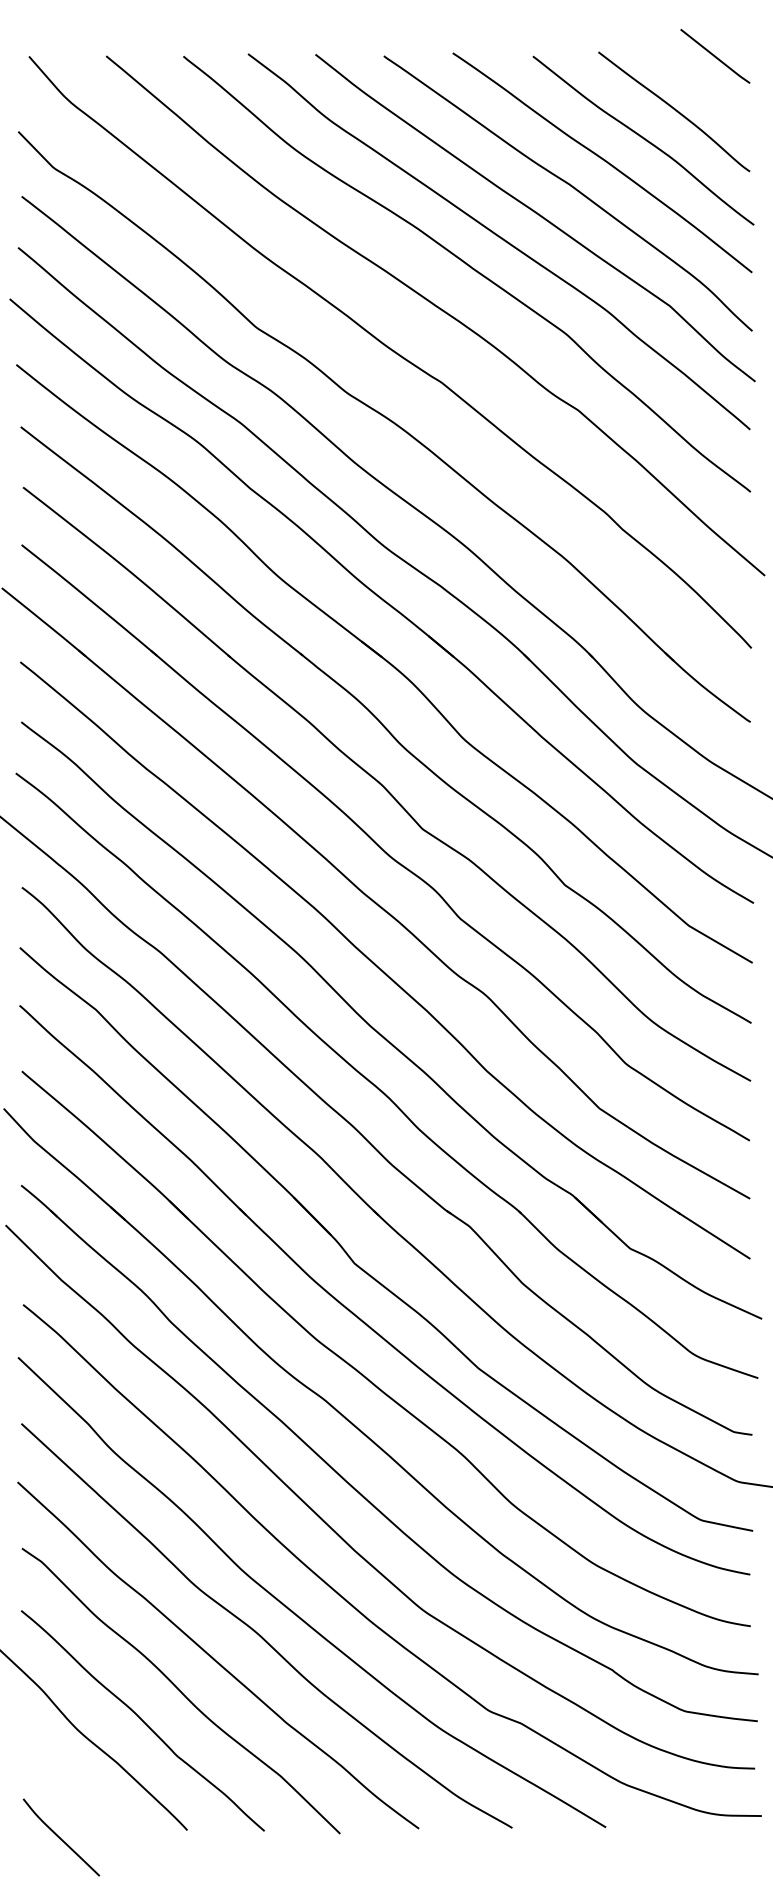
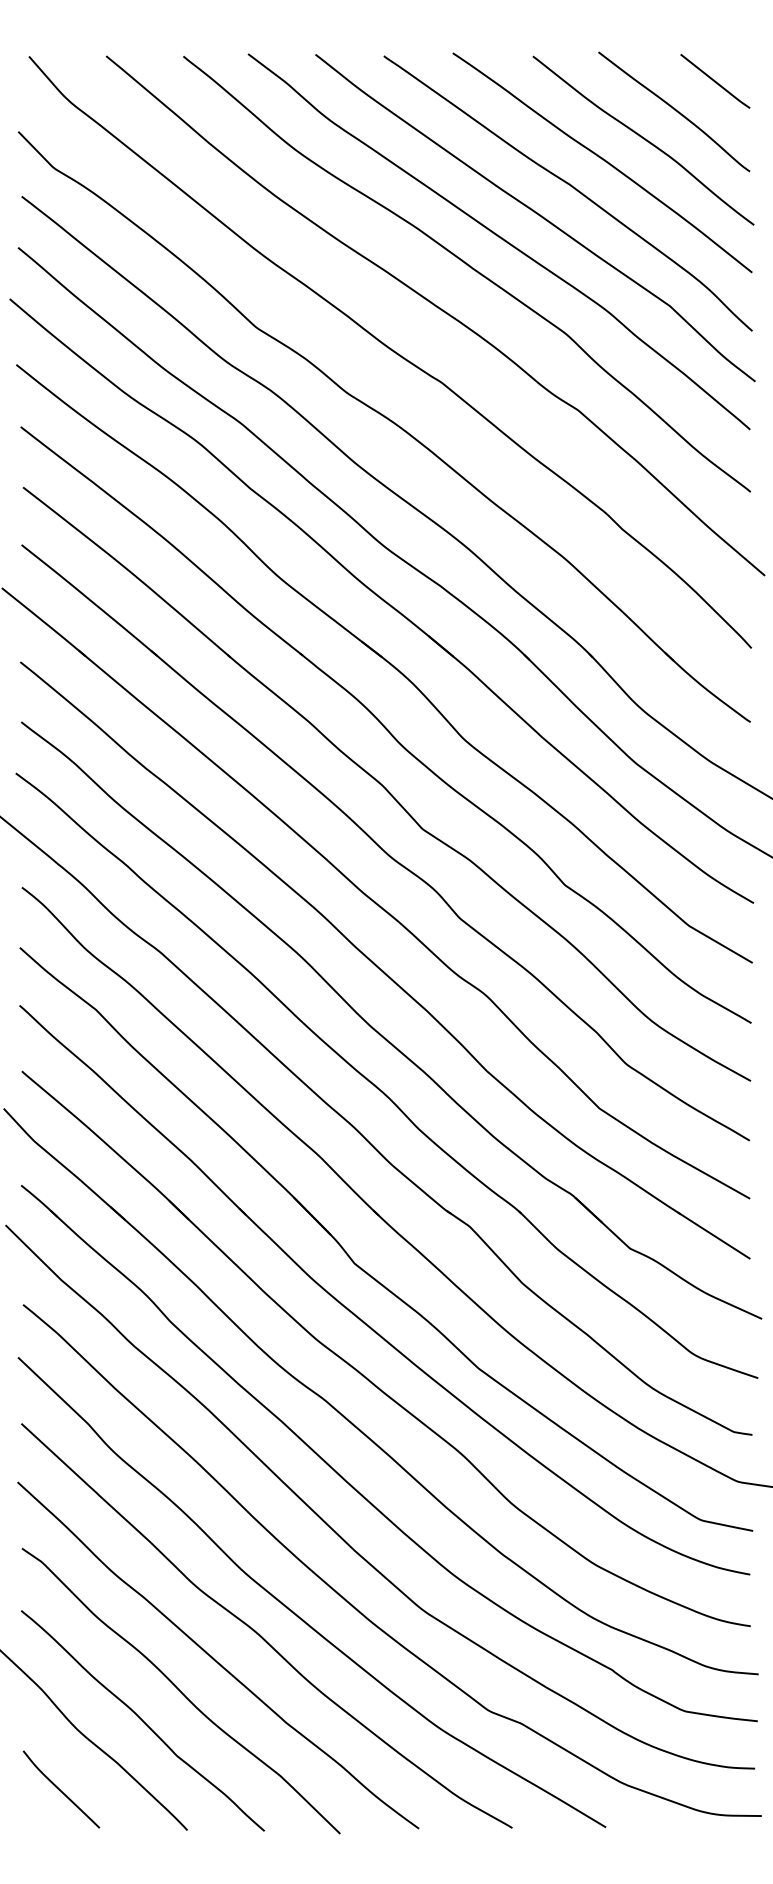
line at (715, 56) position: (715, 56) -> (715, 81)
curve at (60, 1837) position: (60, 1837) -> (60, 1789)
